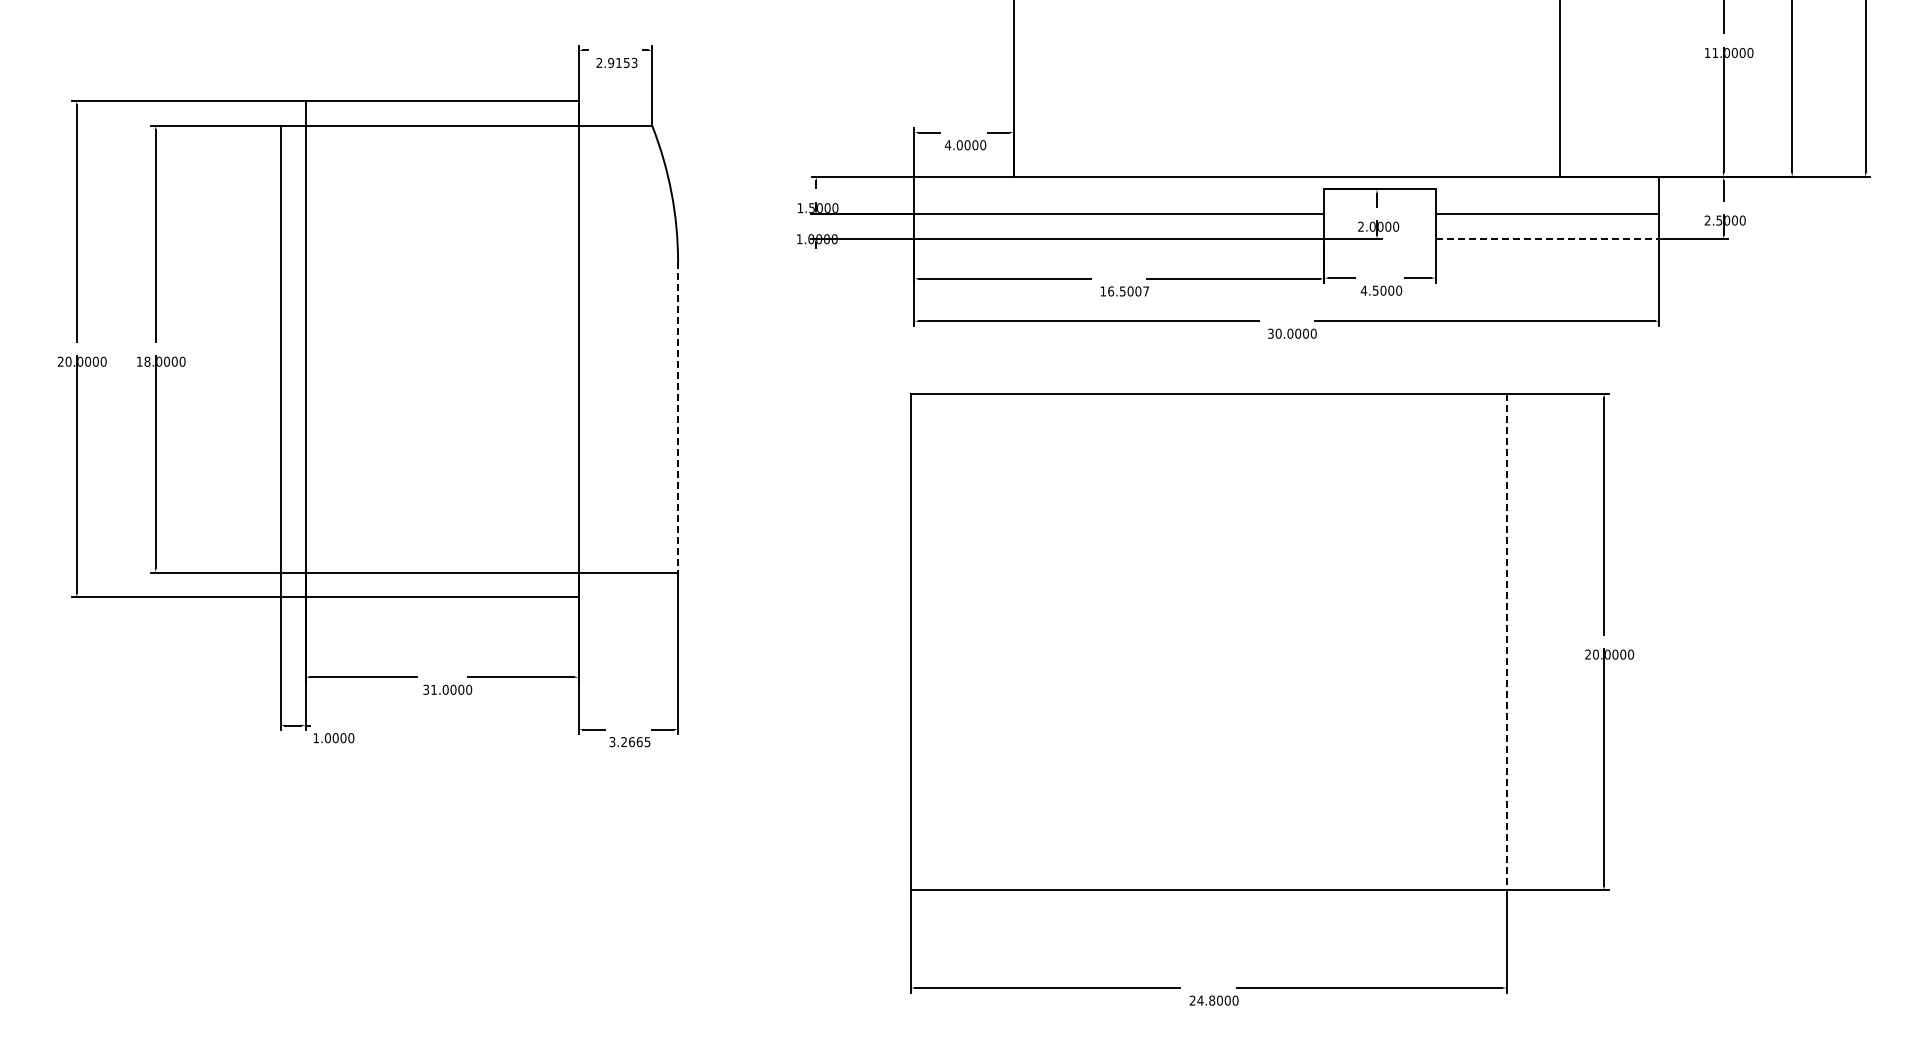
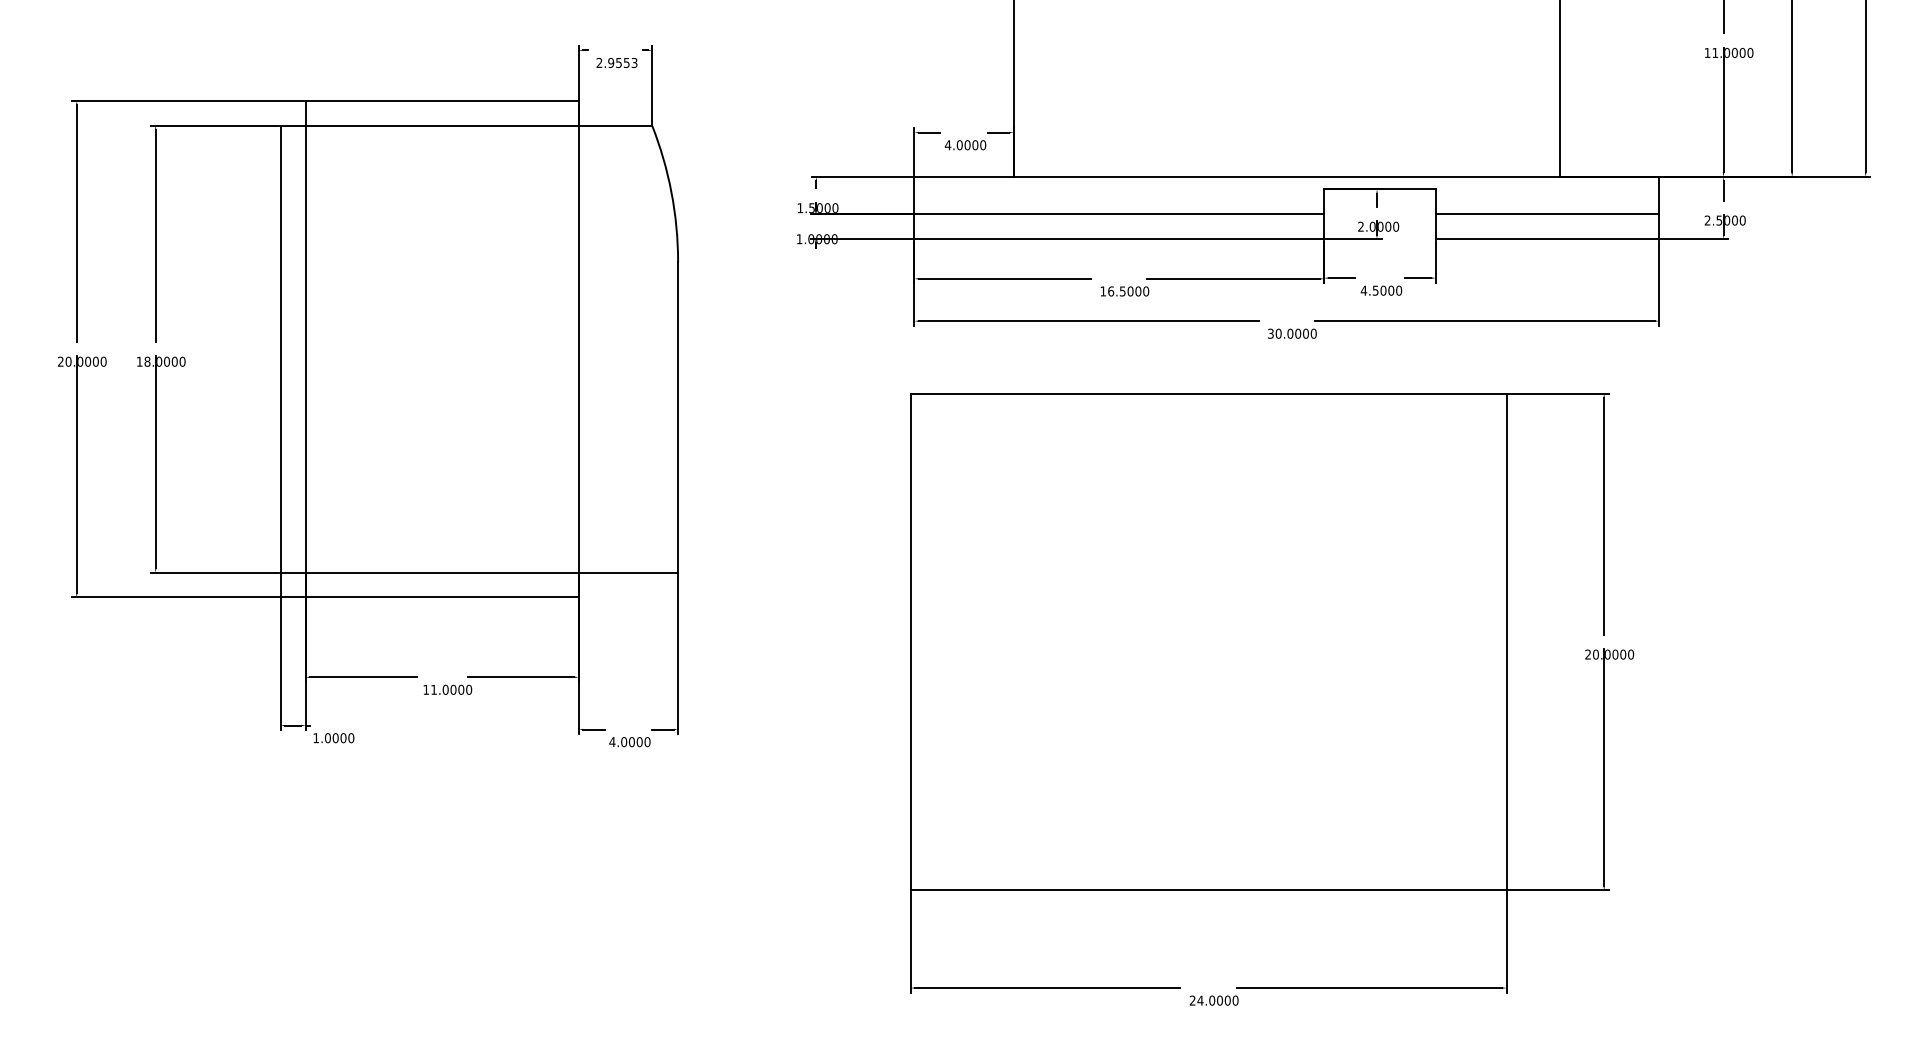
text at (618, 63): 2.9153 -> 2.9553
line at (1547, 239): dashed -> solid
text at (1146, 291): 16.5007 -> 16.5000
line at (678, 417): dashed -> solid
line at (1506, 642): dashed -> solid
text at (426, 689): 31.0000 -> 11.0000
text at (629, 742): 3.2665 -> 4.0000
text at (1212, 1000): 24.8000 -> 24.0000
